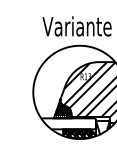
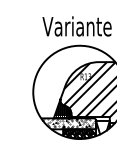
hatch at (69, 123): none -> present
